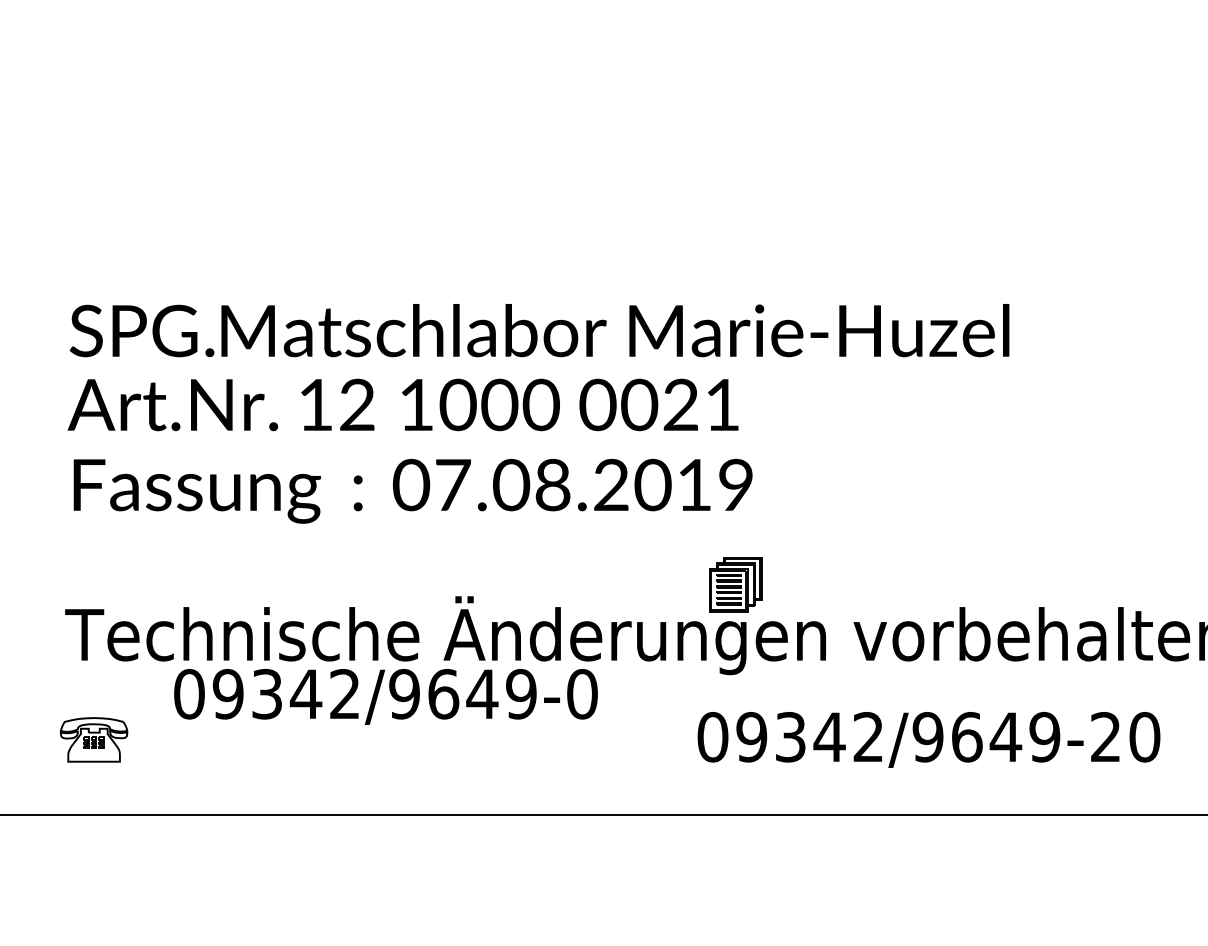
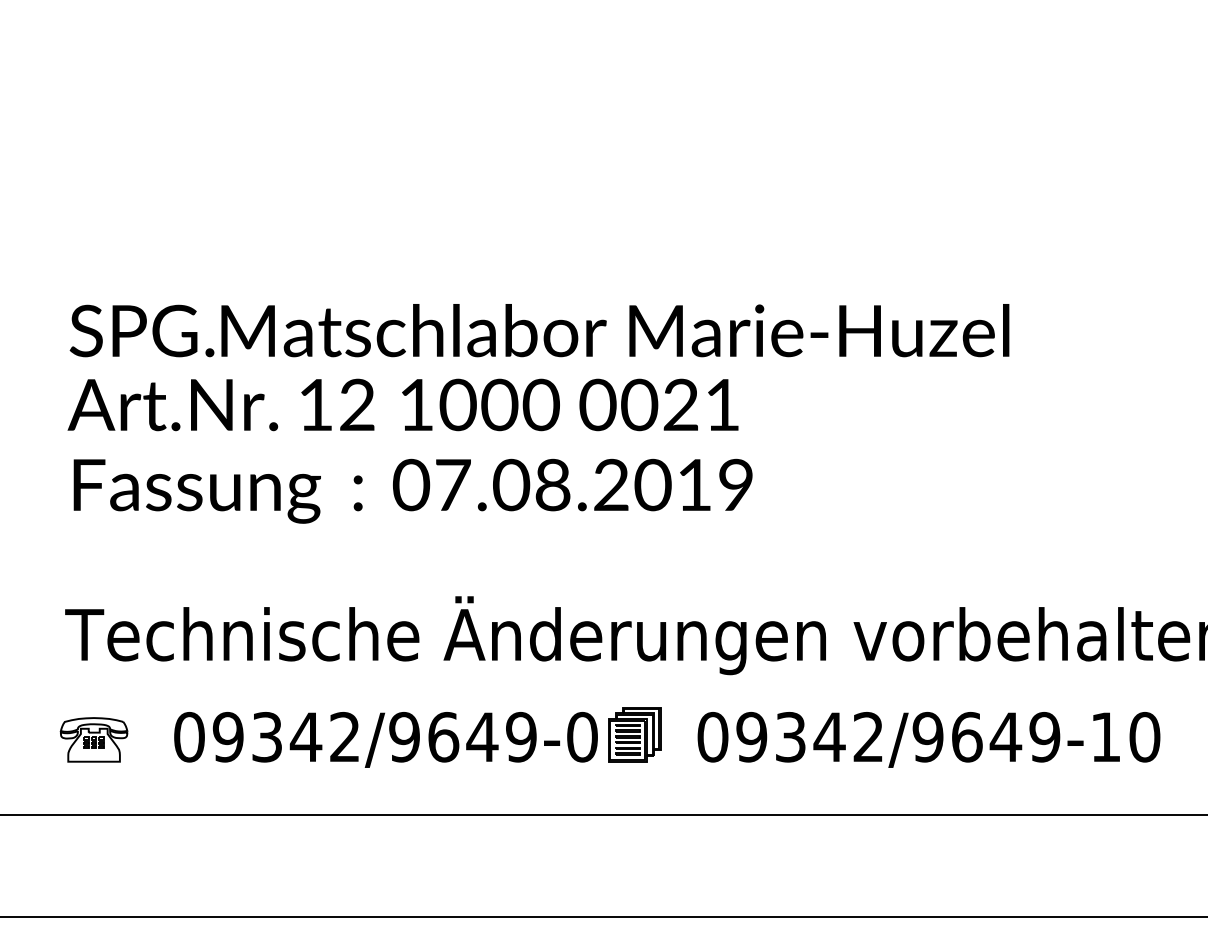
part at (735, 584) position: (735, 584) -> (634, 734)
text at (385, 696) position: (385, 696) -> (385, 739)
text at (1105, 736): 09342/9649-20 -> 09342/9649-10
line at (603, 917): none -> present
